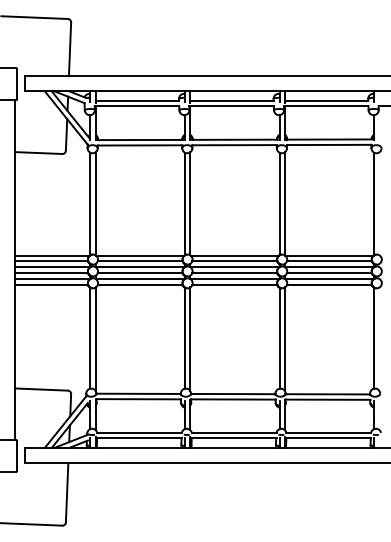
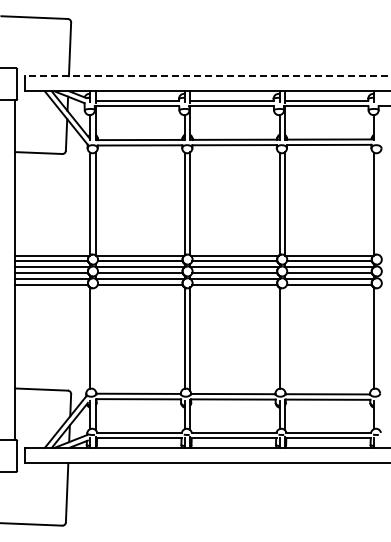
line at (207, 76): solid -> dashed
line at (95, 339): present -> none
line at (284, 339): present -> none
